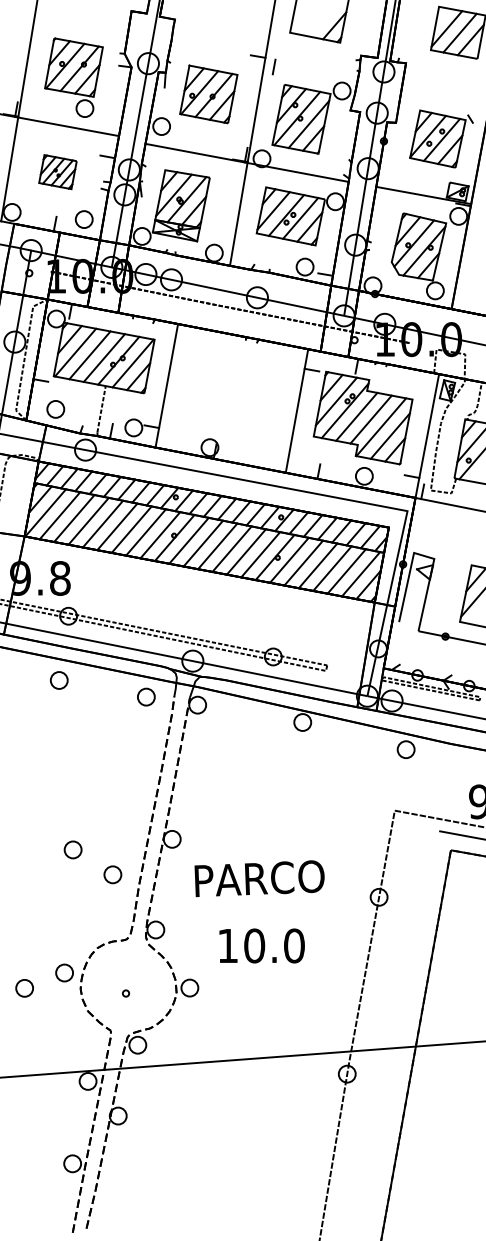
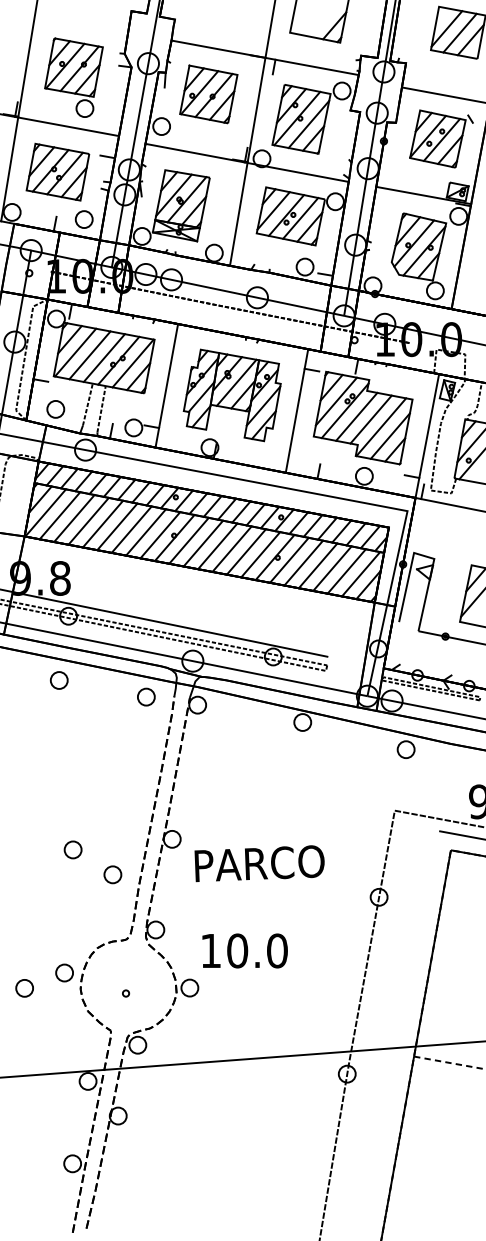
line at (264, 57): none -> present
line at (441, 94): none -> present
part at (57, 172) size: 40x37 px -> 66x60 px
part at (231, 395): none -> present
line at (87, 404): none -> present
line at (164, 622): none -> present
text at (259, 878) position: (259, 878) -> (259, 863)
text at (261, 945) position: (261, 945) -> (244, 950)
line at (448, 1062): none -> present
